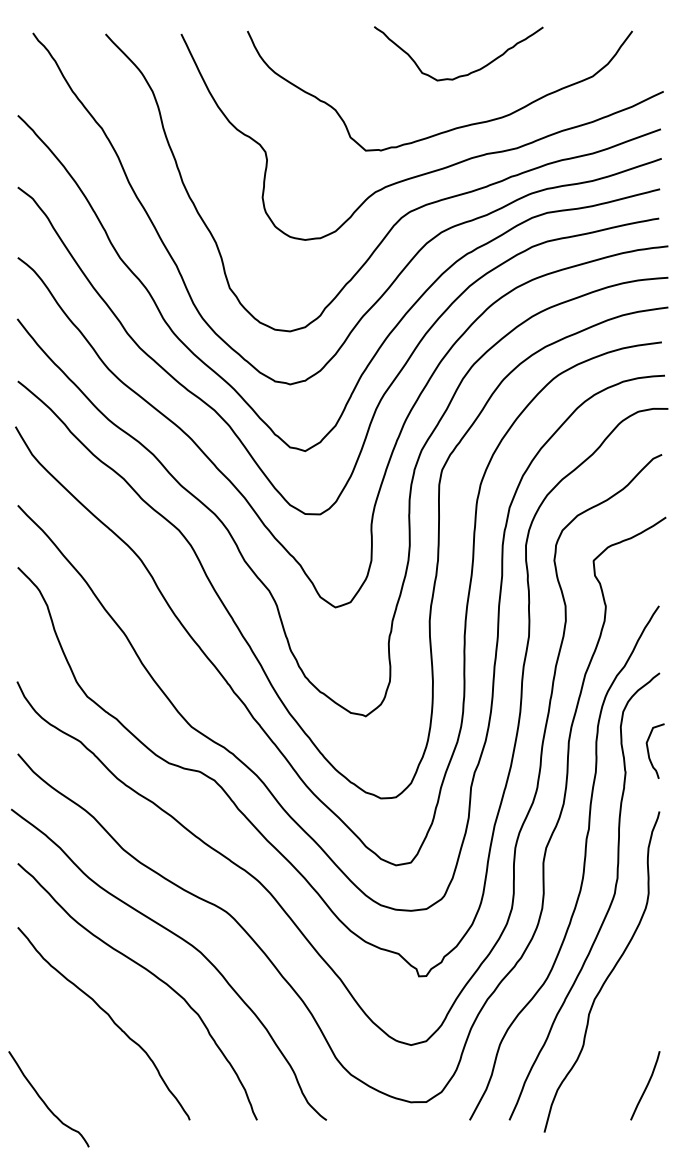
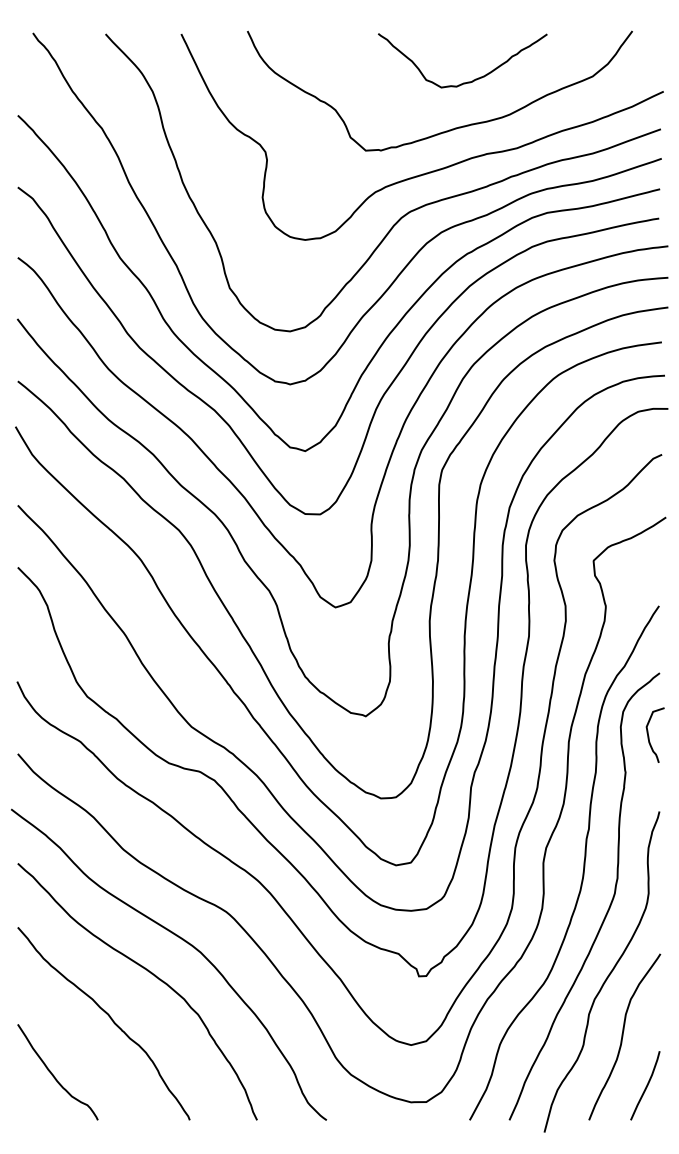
curve at (463, 74) position: (463, 74) -> (467, 81)
curve at (649, 752) position: (649, 752) -> (649, 736)
curve at (623, 1036): none -> present
curve at (45, 1102) position: (45, 1102) -> (54, 1075)
